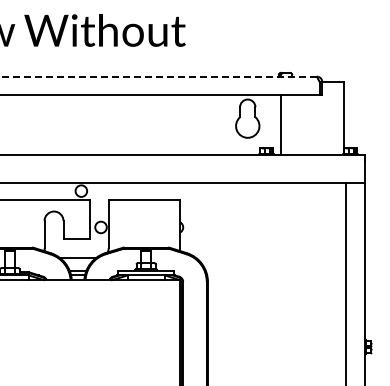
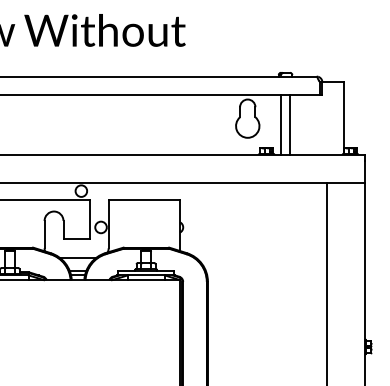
line at (158, 76): dashed -> solid
line at (290, 125): none -> present
line at (345, 282) position: (345, 282) -> (326, 282)
